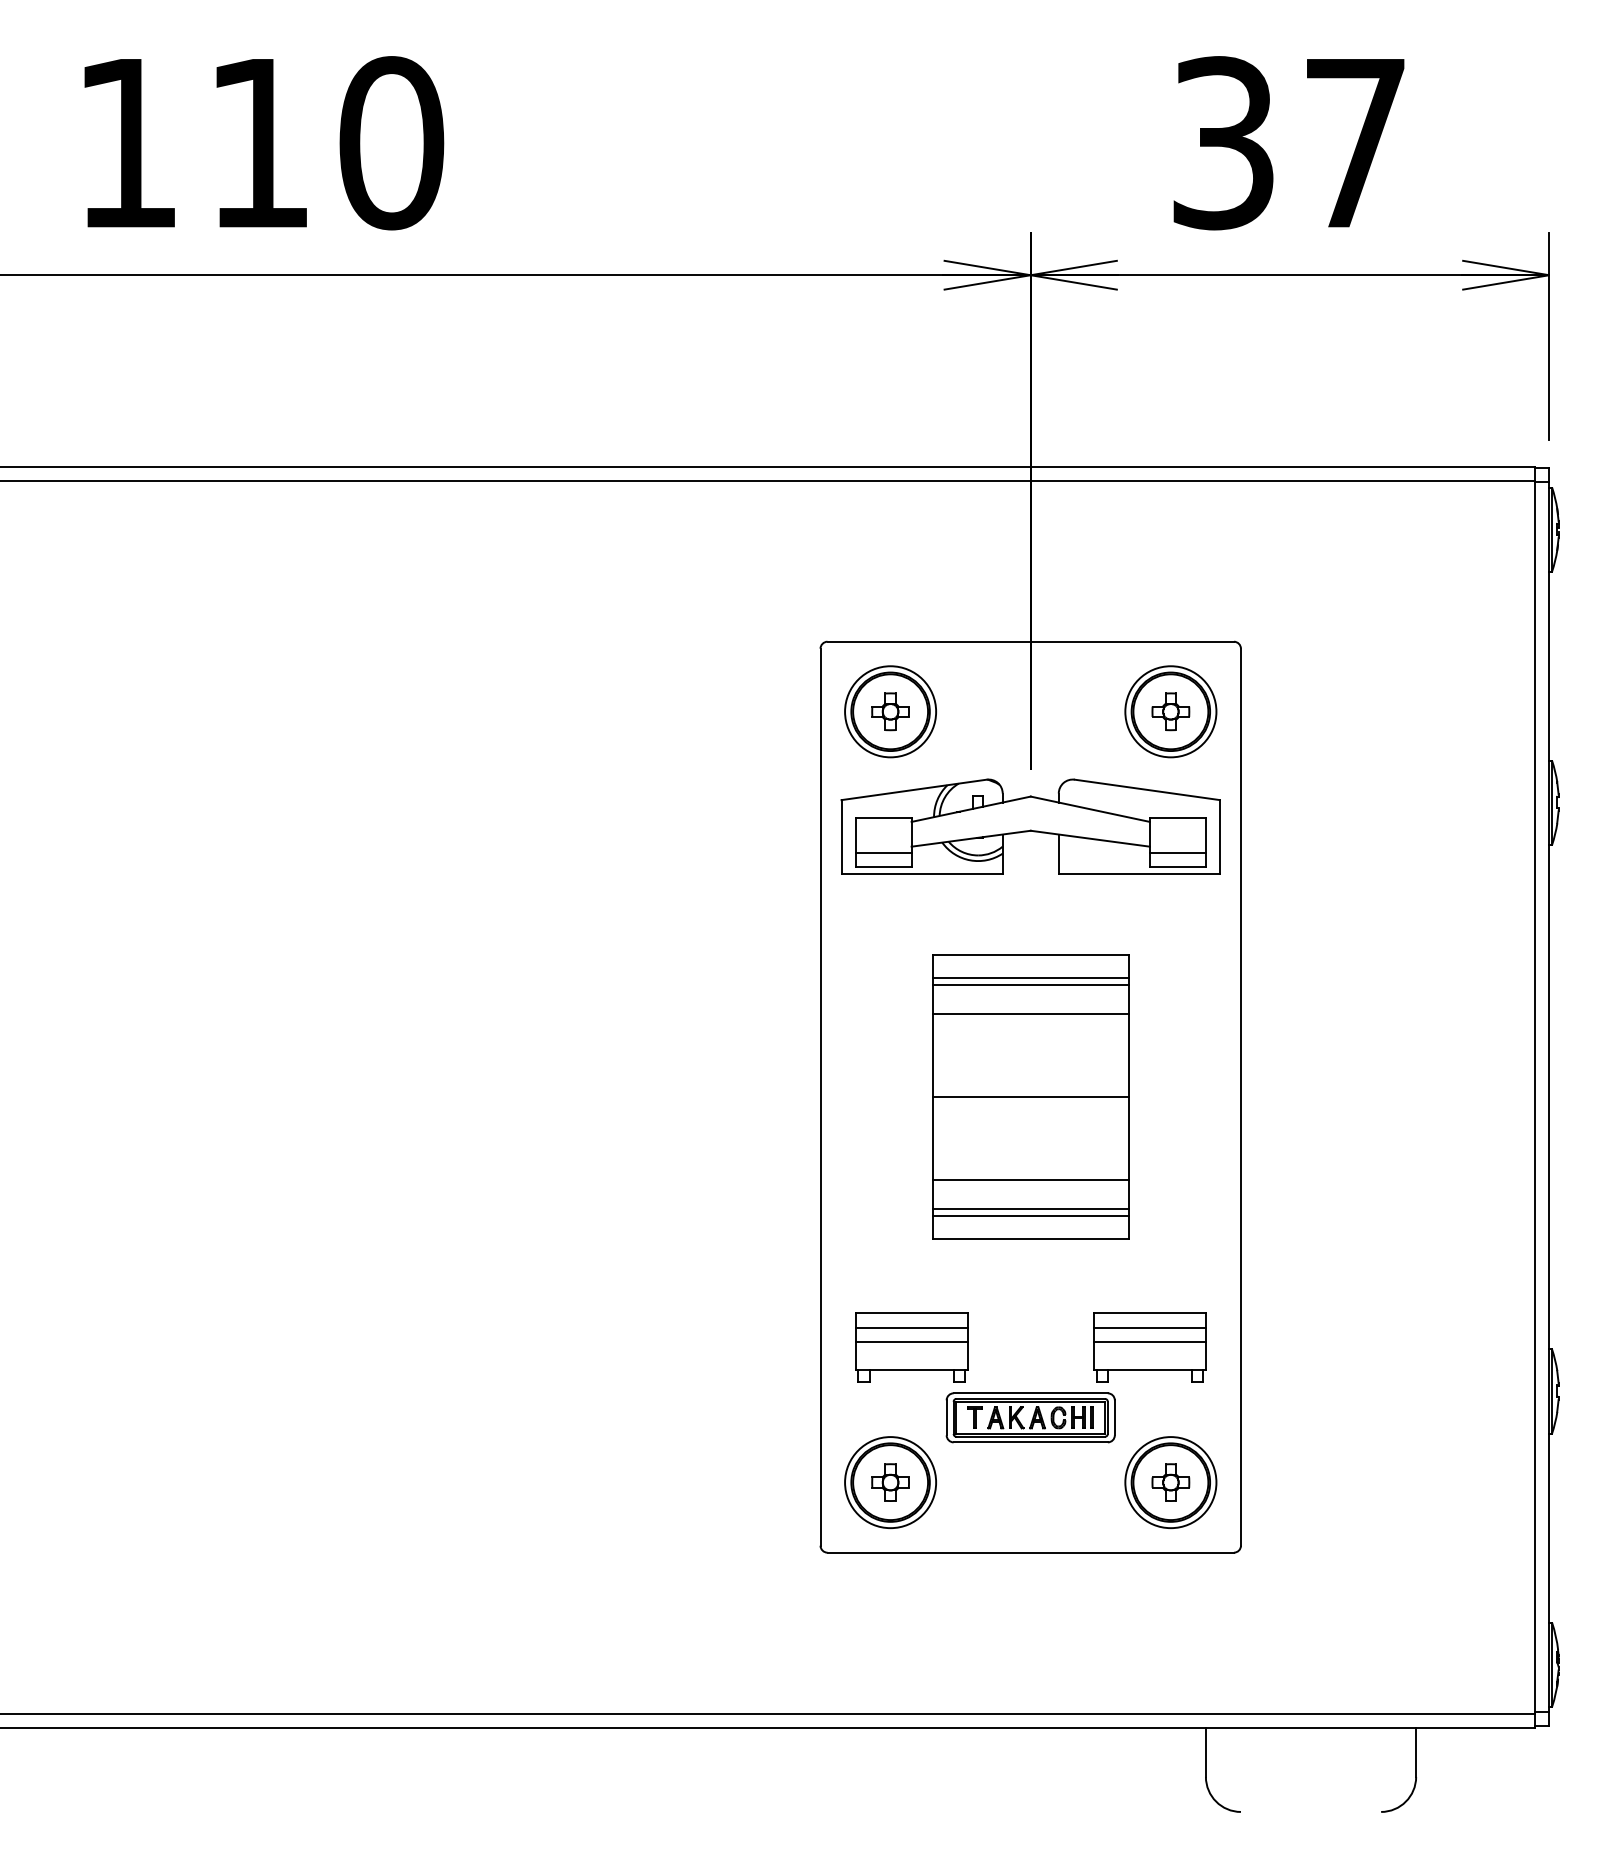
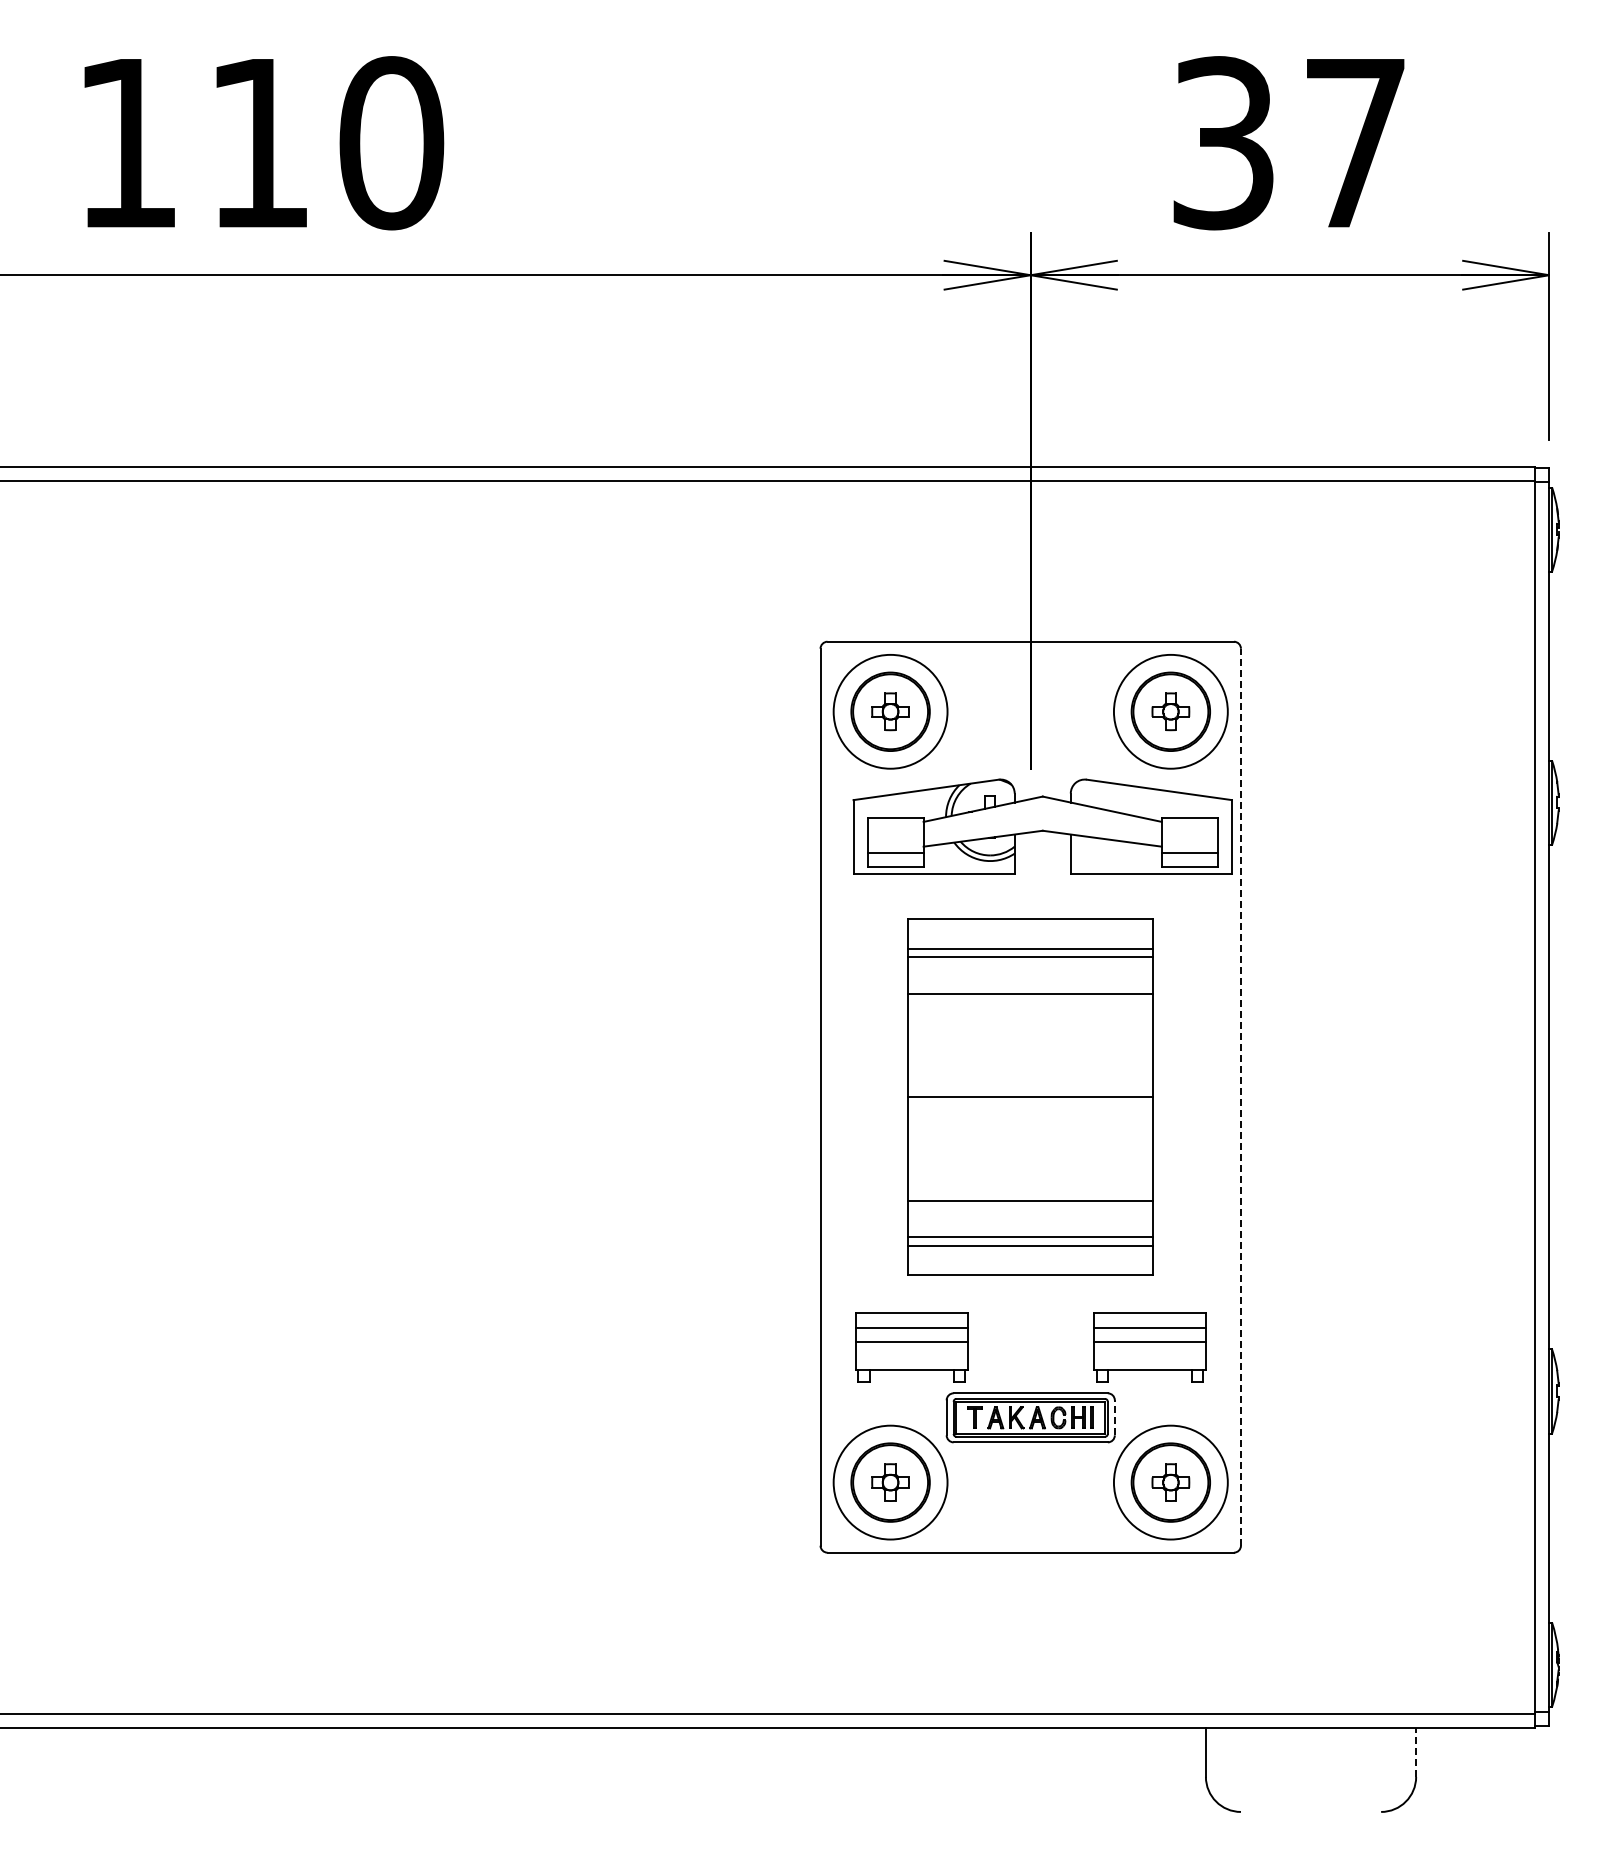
circle at (890, 711) diameter: 91 px -> 114 px
circle at (1170, 711) diameter: 91 px -> 114 px
part at (1030, 826) position: (1030, 826) -> (1042, 826)
part at (1030, 1096) size: 198x286 px -> 247x358 px
line at (1240, 1096): solid -> dashed
line at (1114, 1417): solid -> dashed
circle at (890, 1482) diameter: 91 px -> 114 px
circle at (1170, 1482) diameter: 91 px -> 114 px
line at (1416, 1752): solid -> dashed
